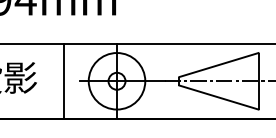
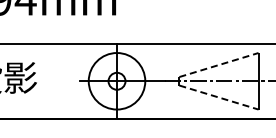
line at (219, 64): solid -> dashed
line at (64, 81): present -> none
line at (219, 97): solid -> dashed
